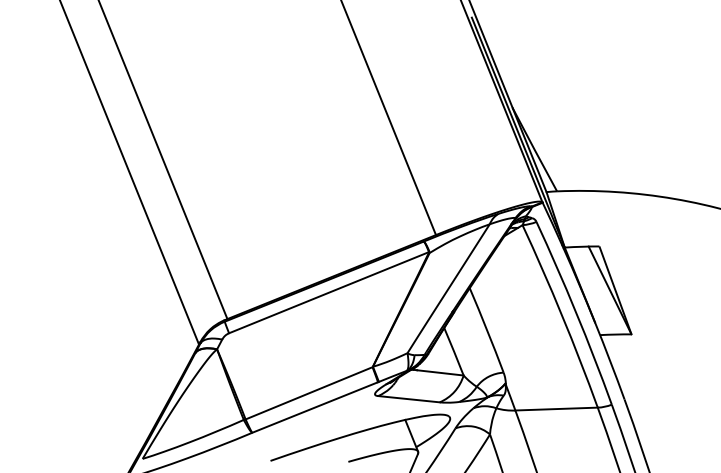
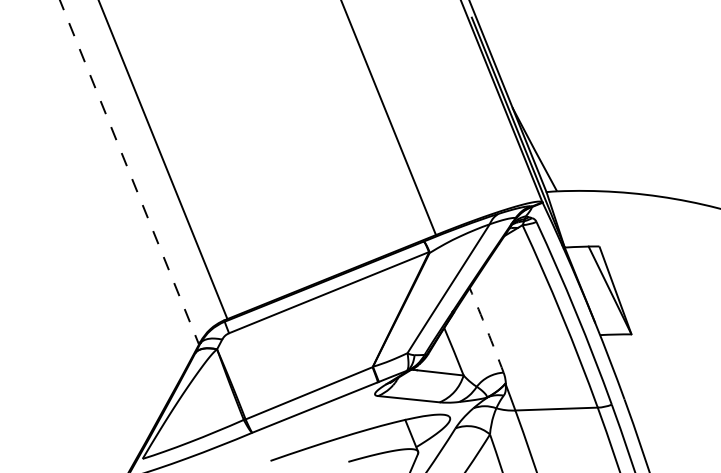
line at (129, 173): solid -> dashed
arc at (487, 330): solid -> dashed
